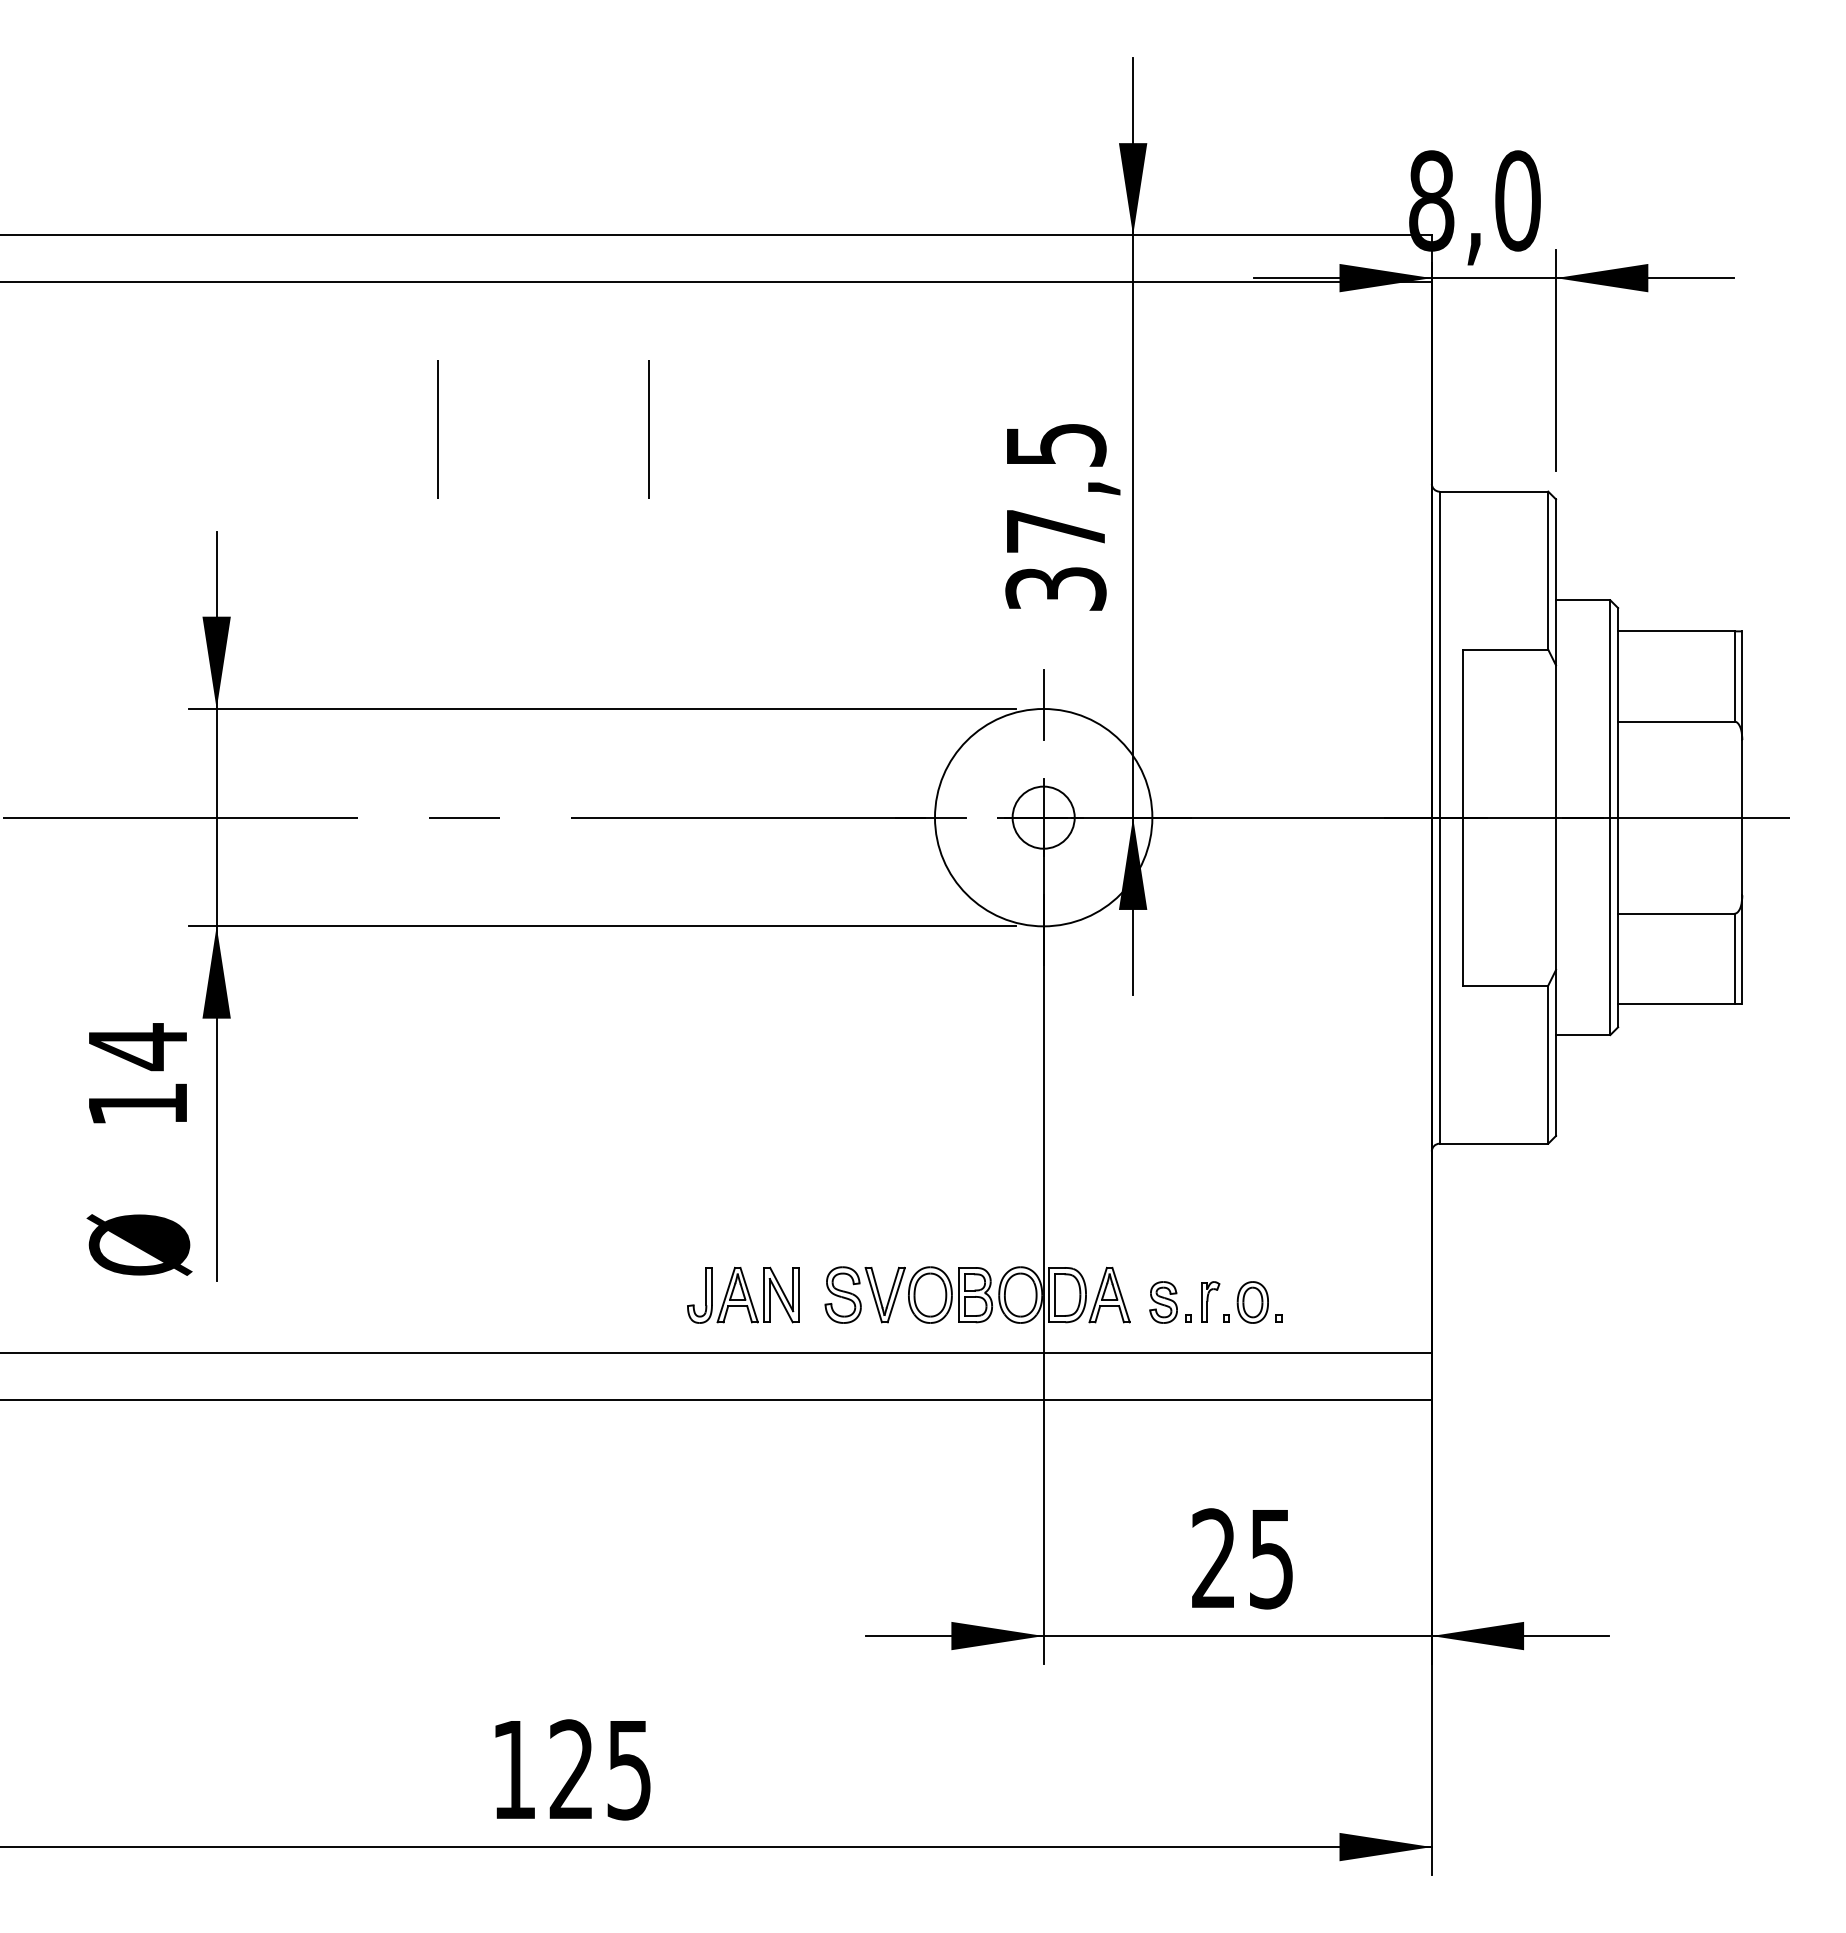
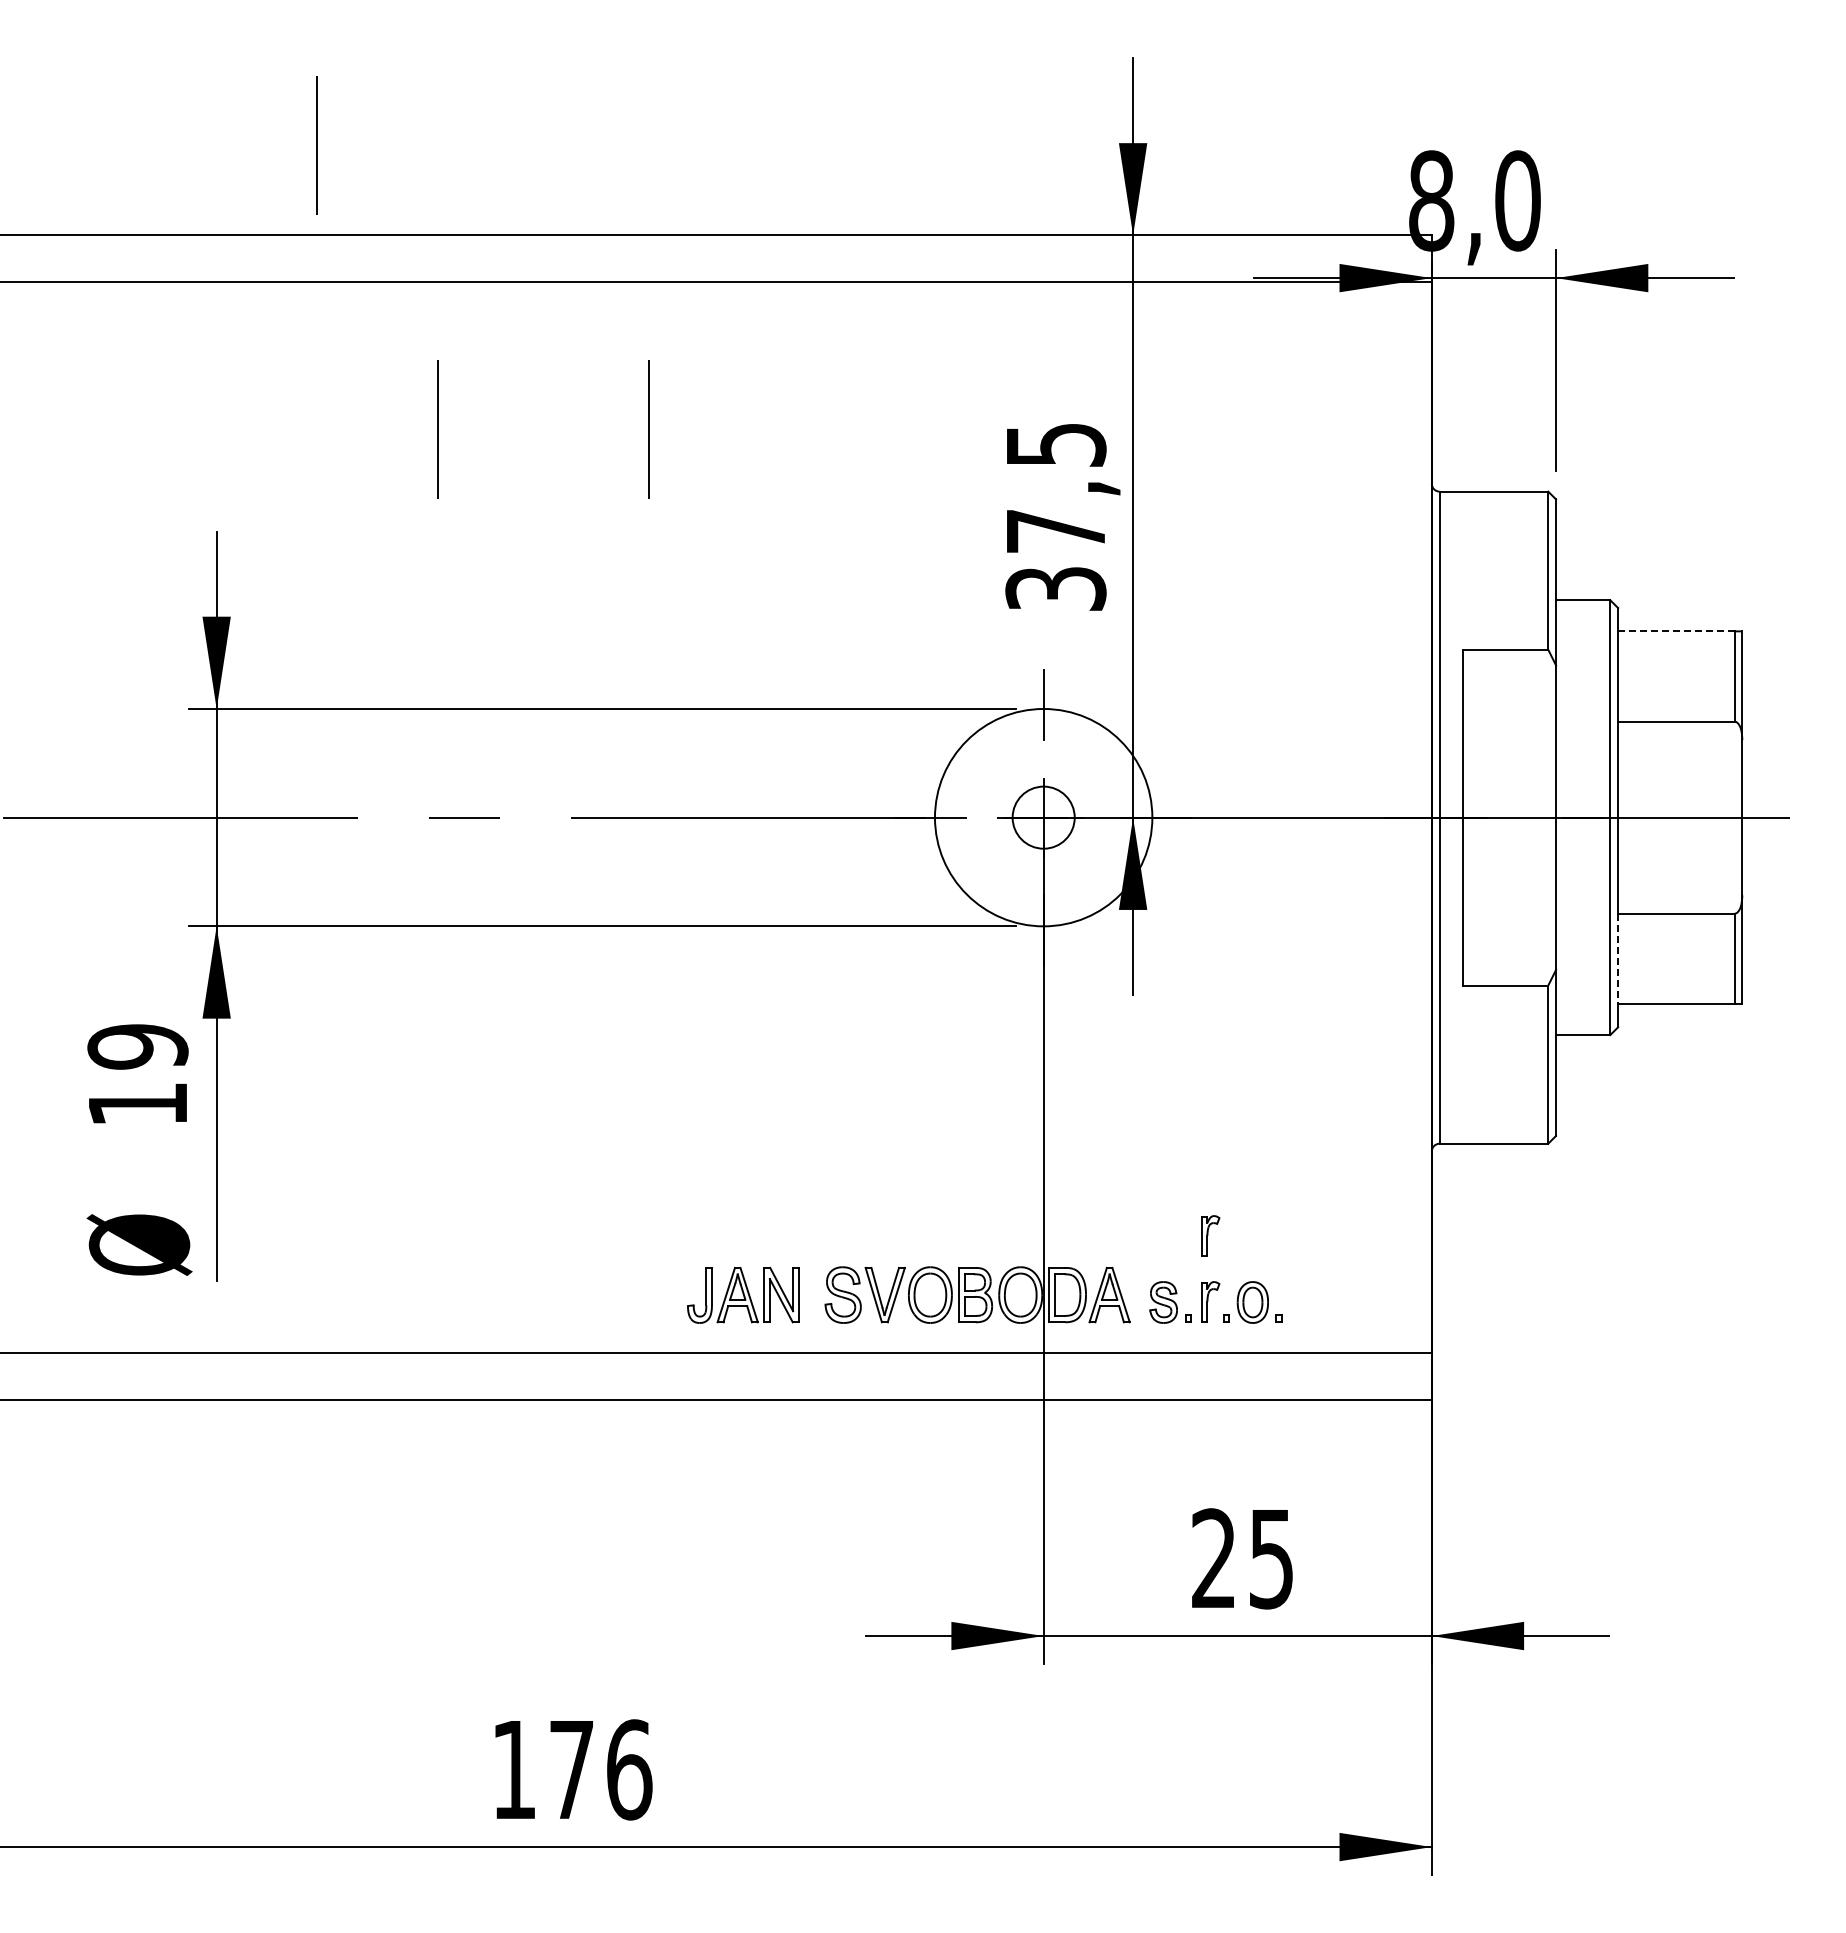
line at (316, 145): none -> present
line at (1676, 631): solid -> dashed
line at (1618, 959): solid -> dashed
text at (137, 1047): 14 -> 19
part at (1210, 1235): none -> present
text at (600, 1769): 125 -> 176
